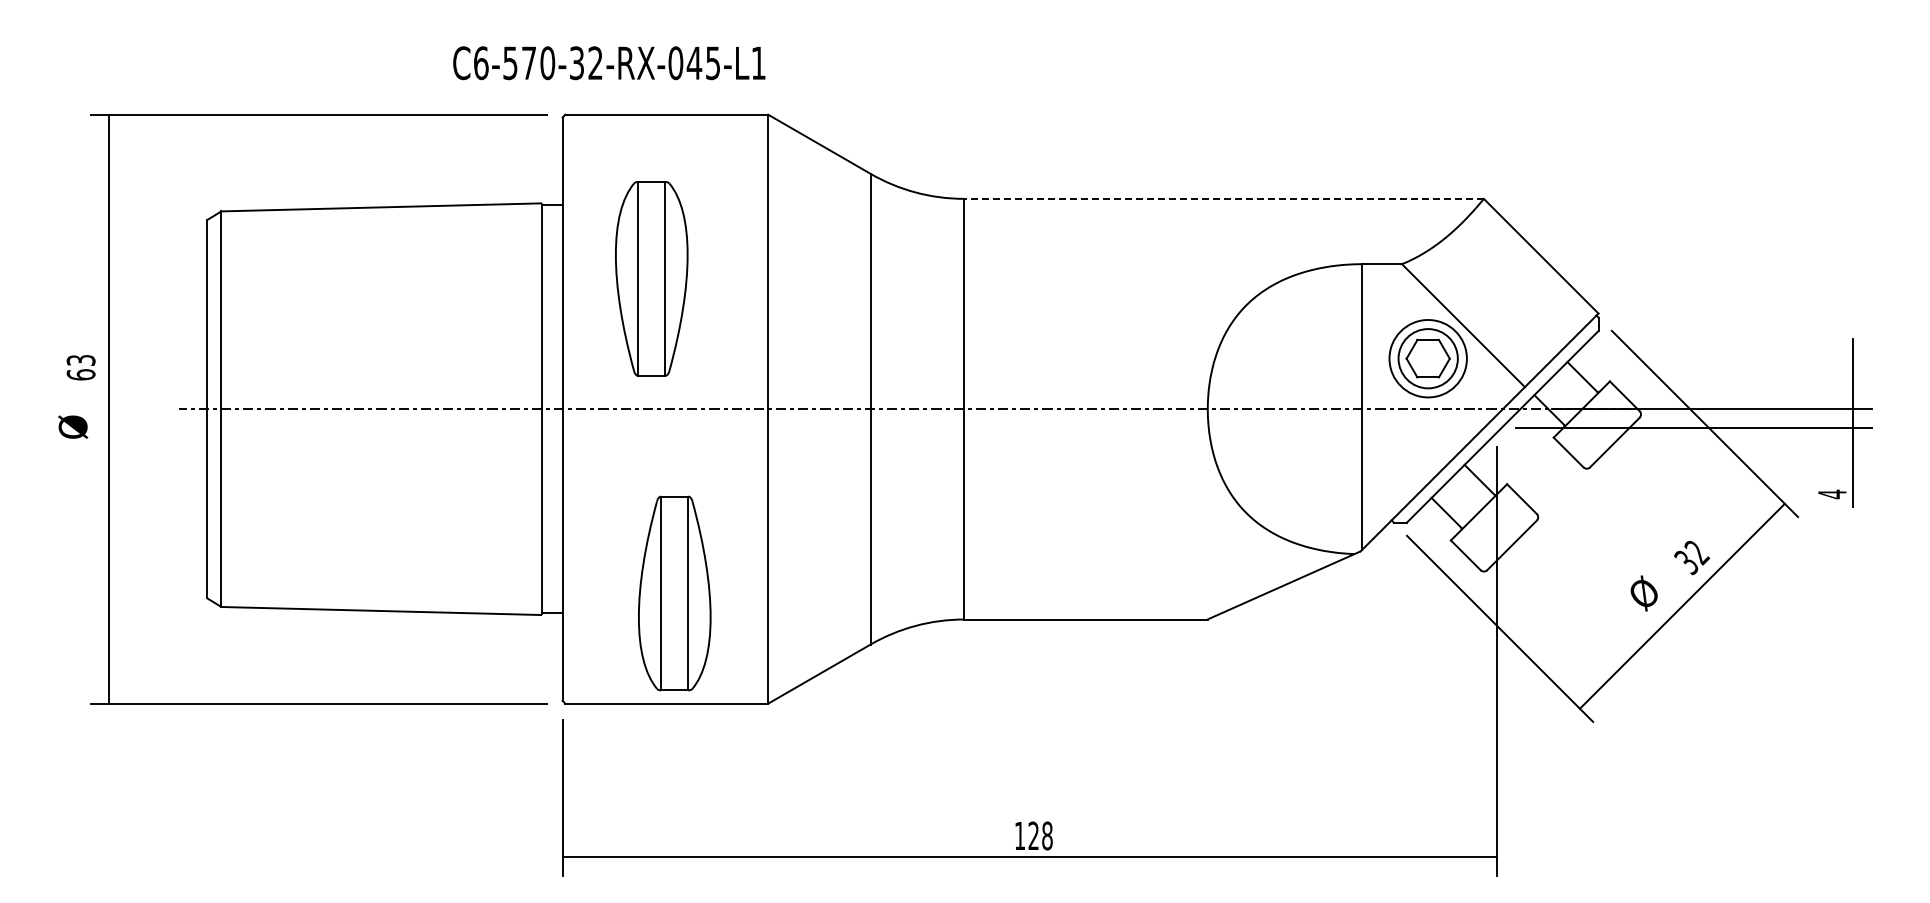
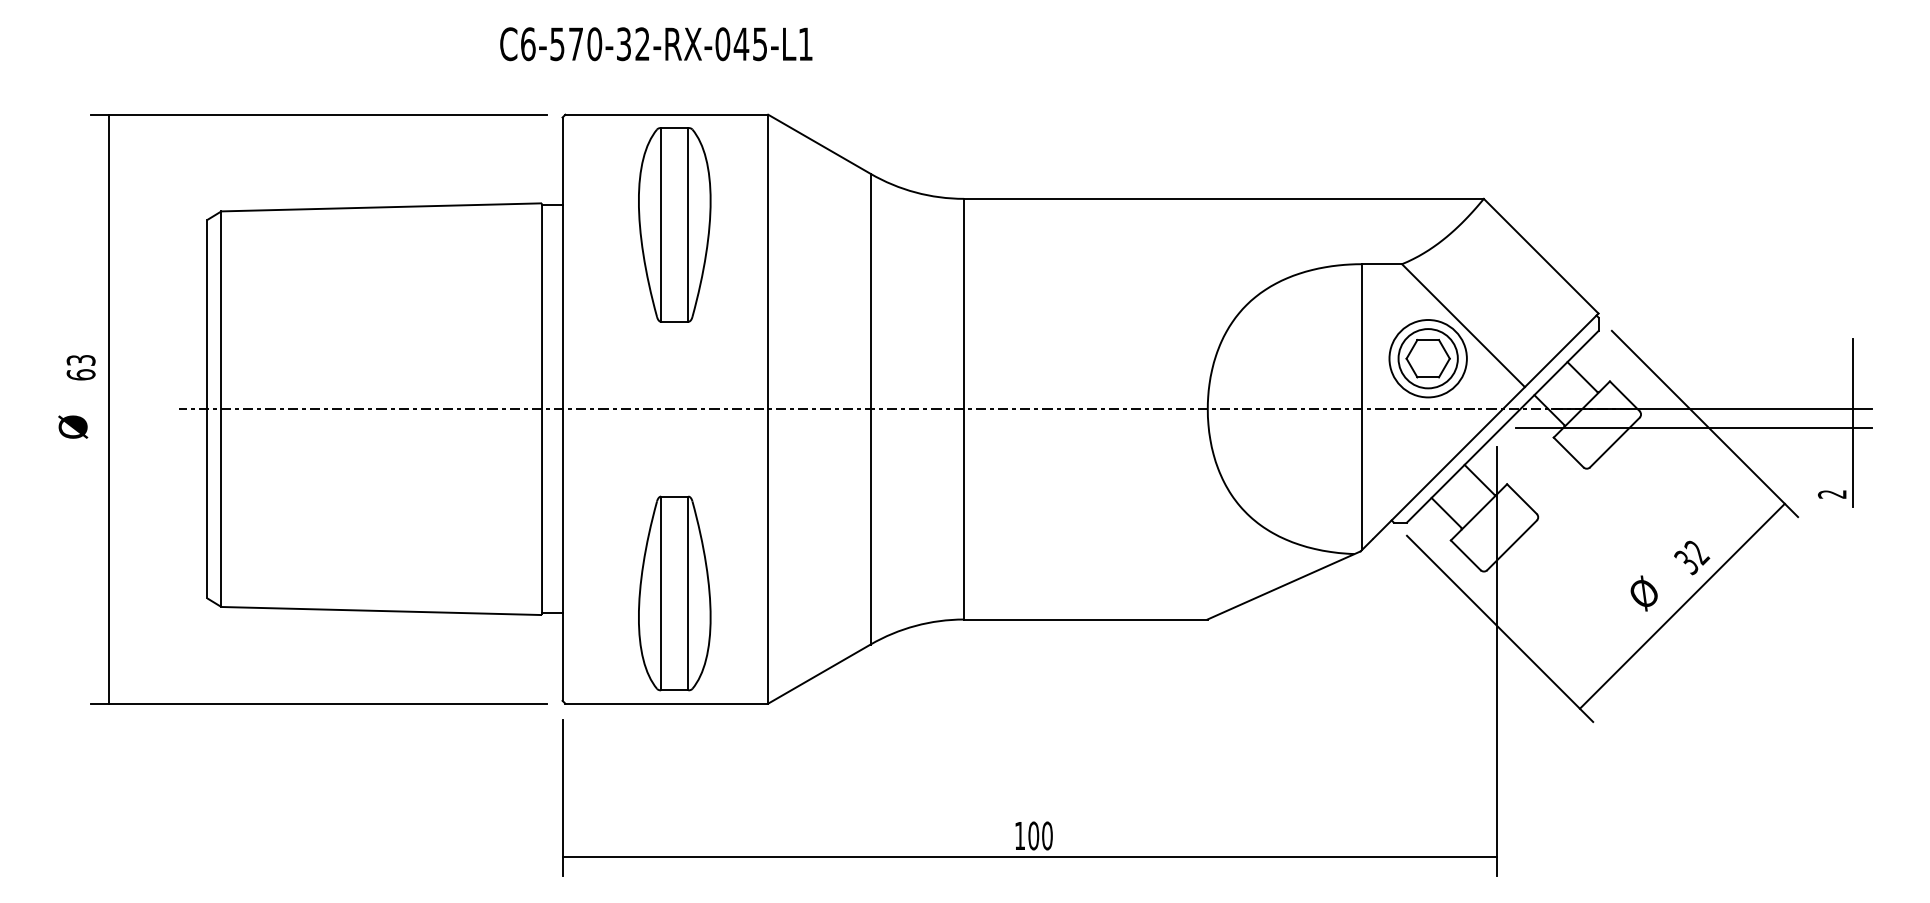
text at (609, 63) position: (609, 63) -> (656, 44)
line at (1223, 198): dashed -> solid
part at (651, 278) position: (651, 278) -> (674, 224)
text at (1832, 494): 4 -> 2
text at (1040, 835): 128 -> 100
